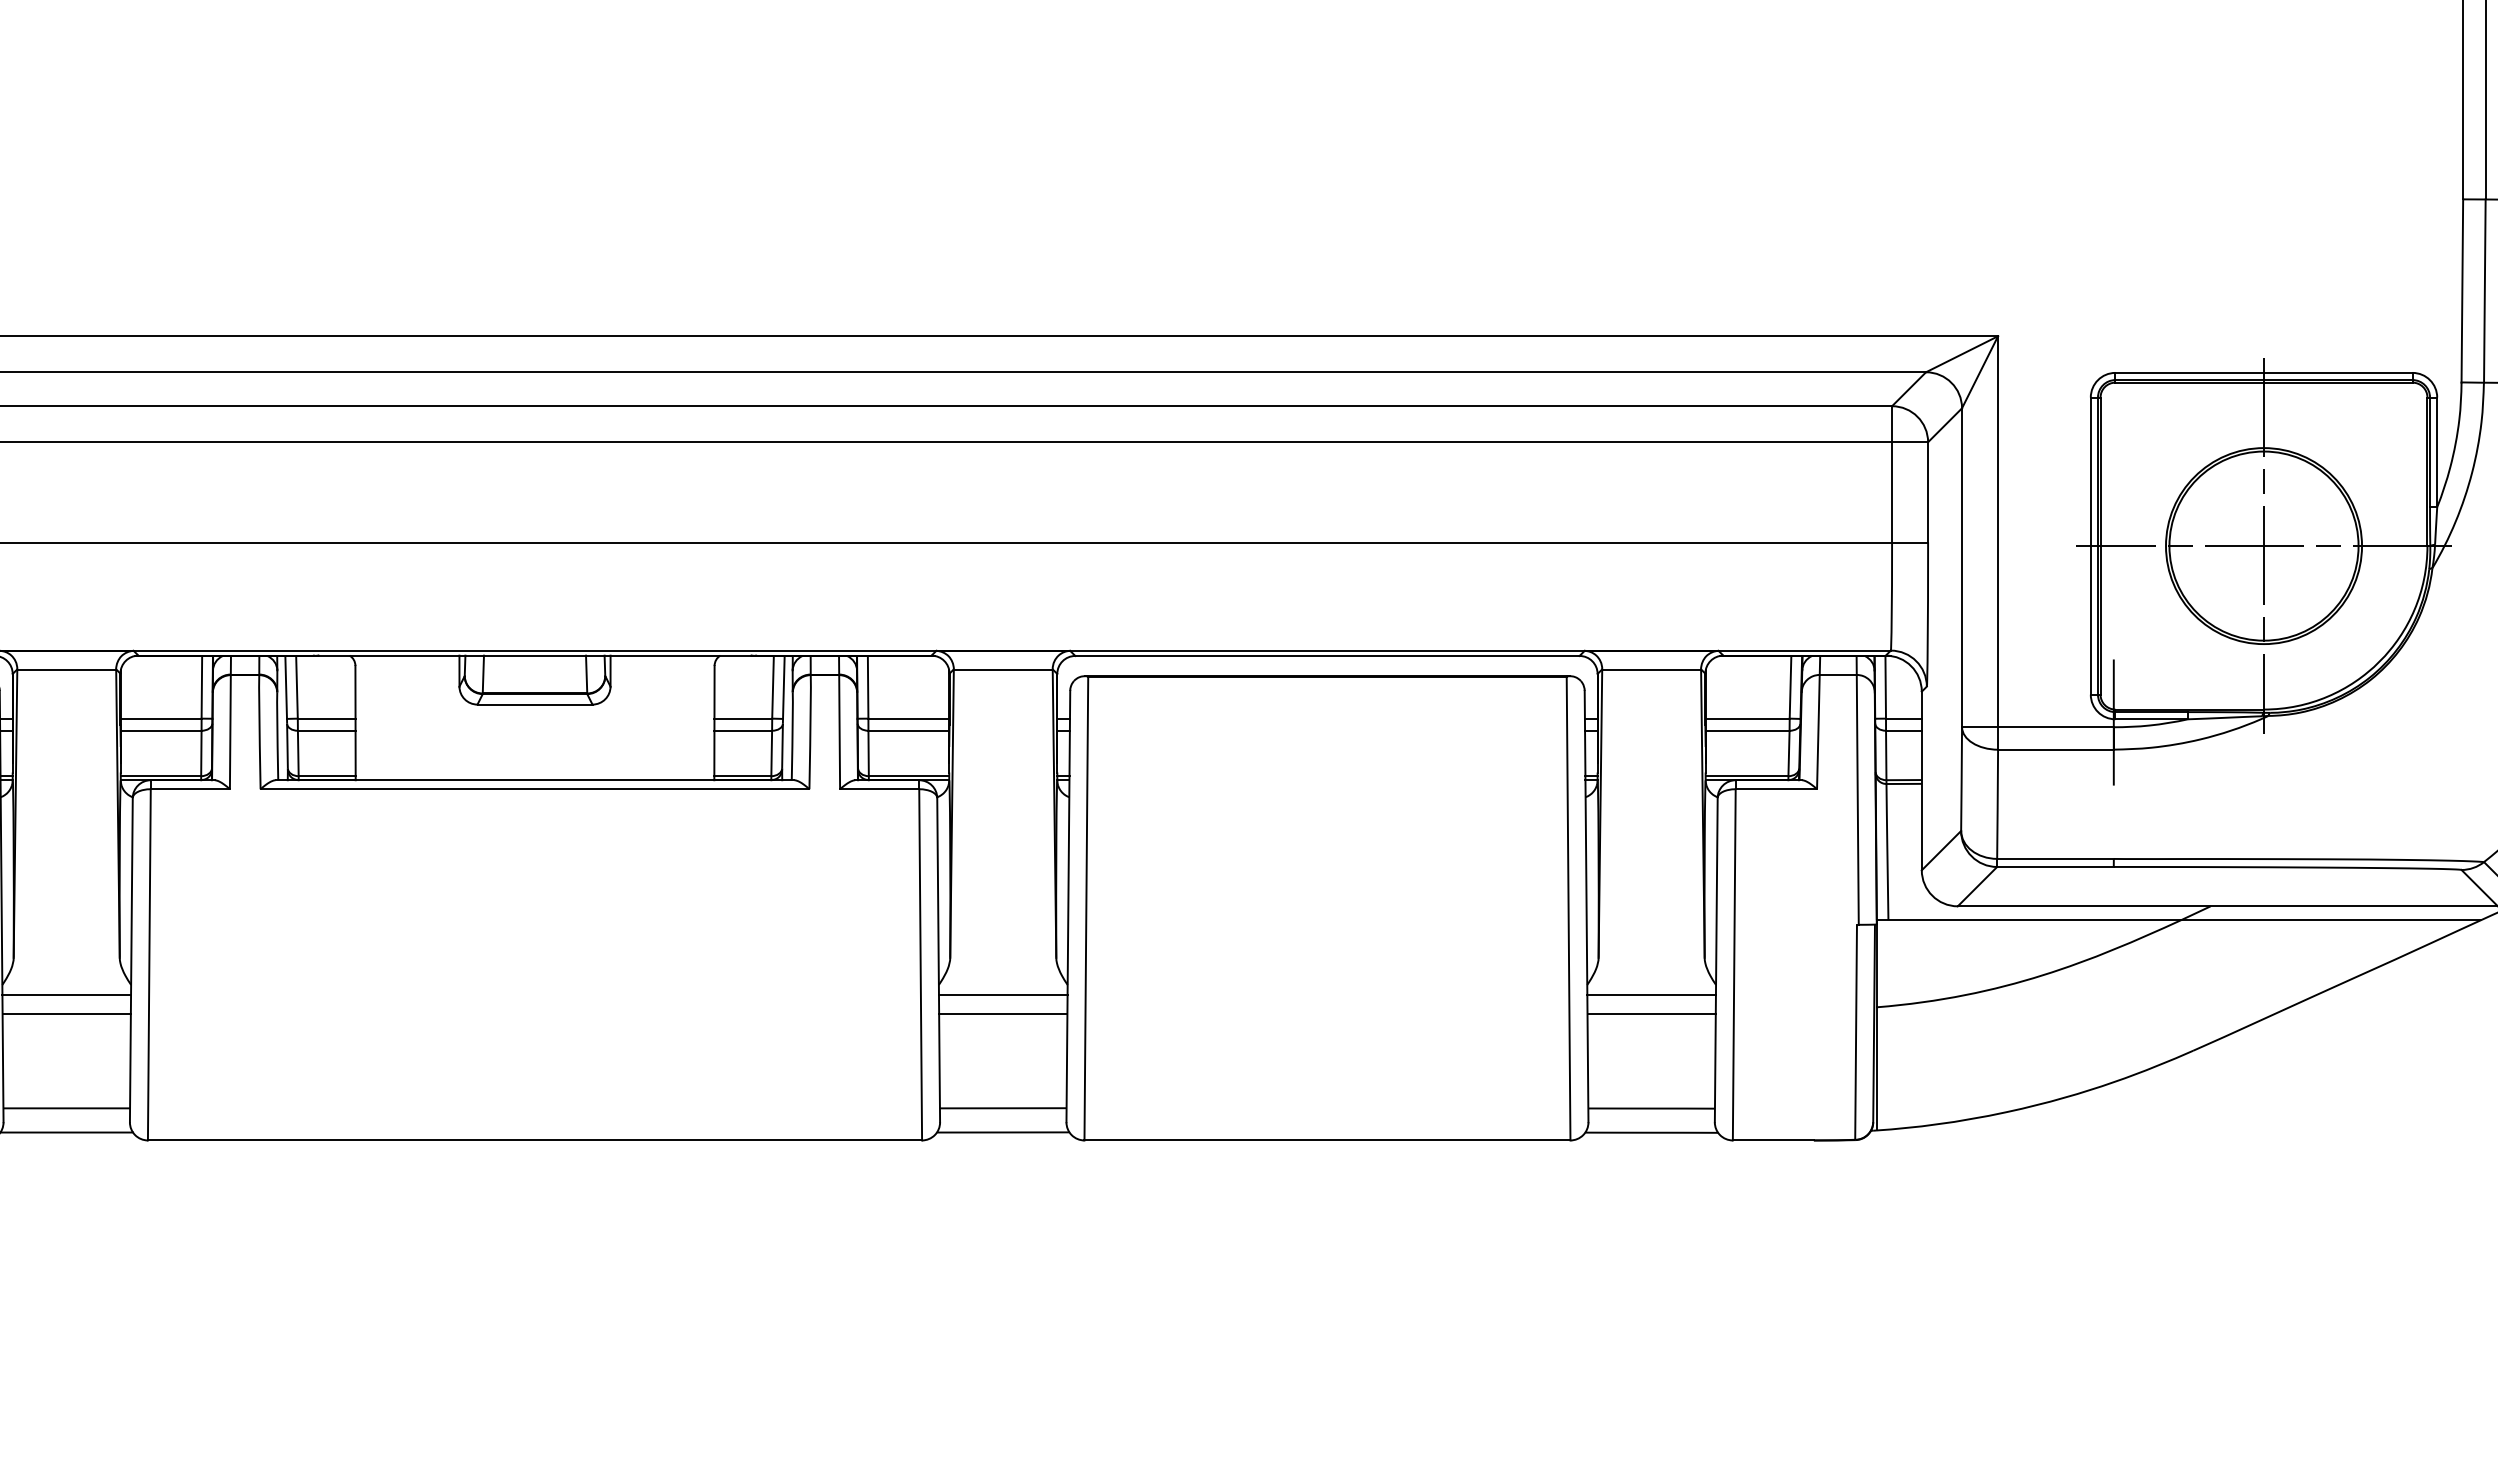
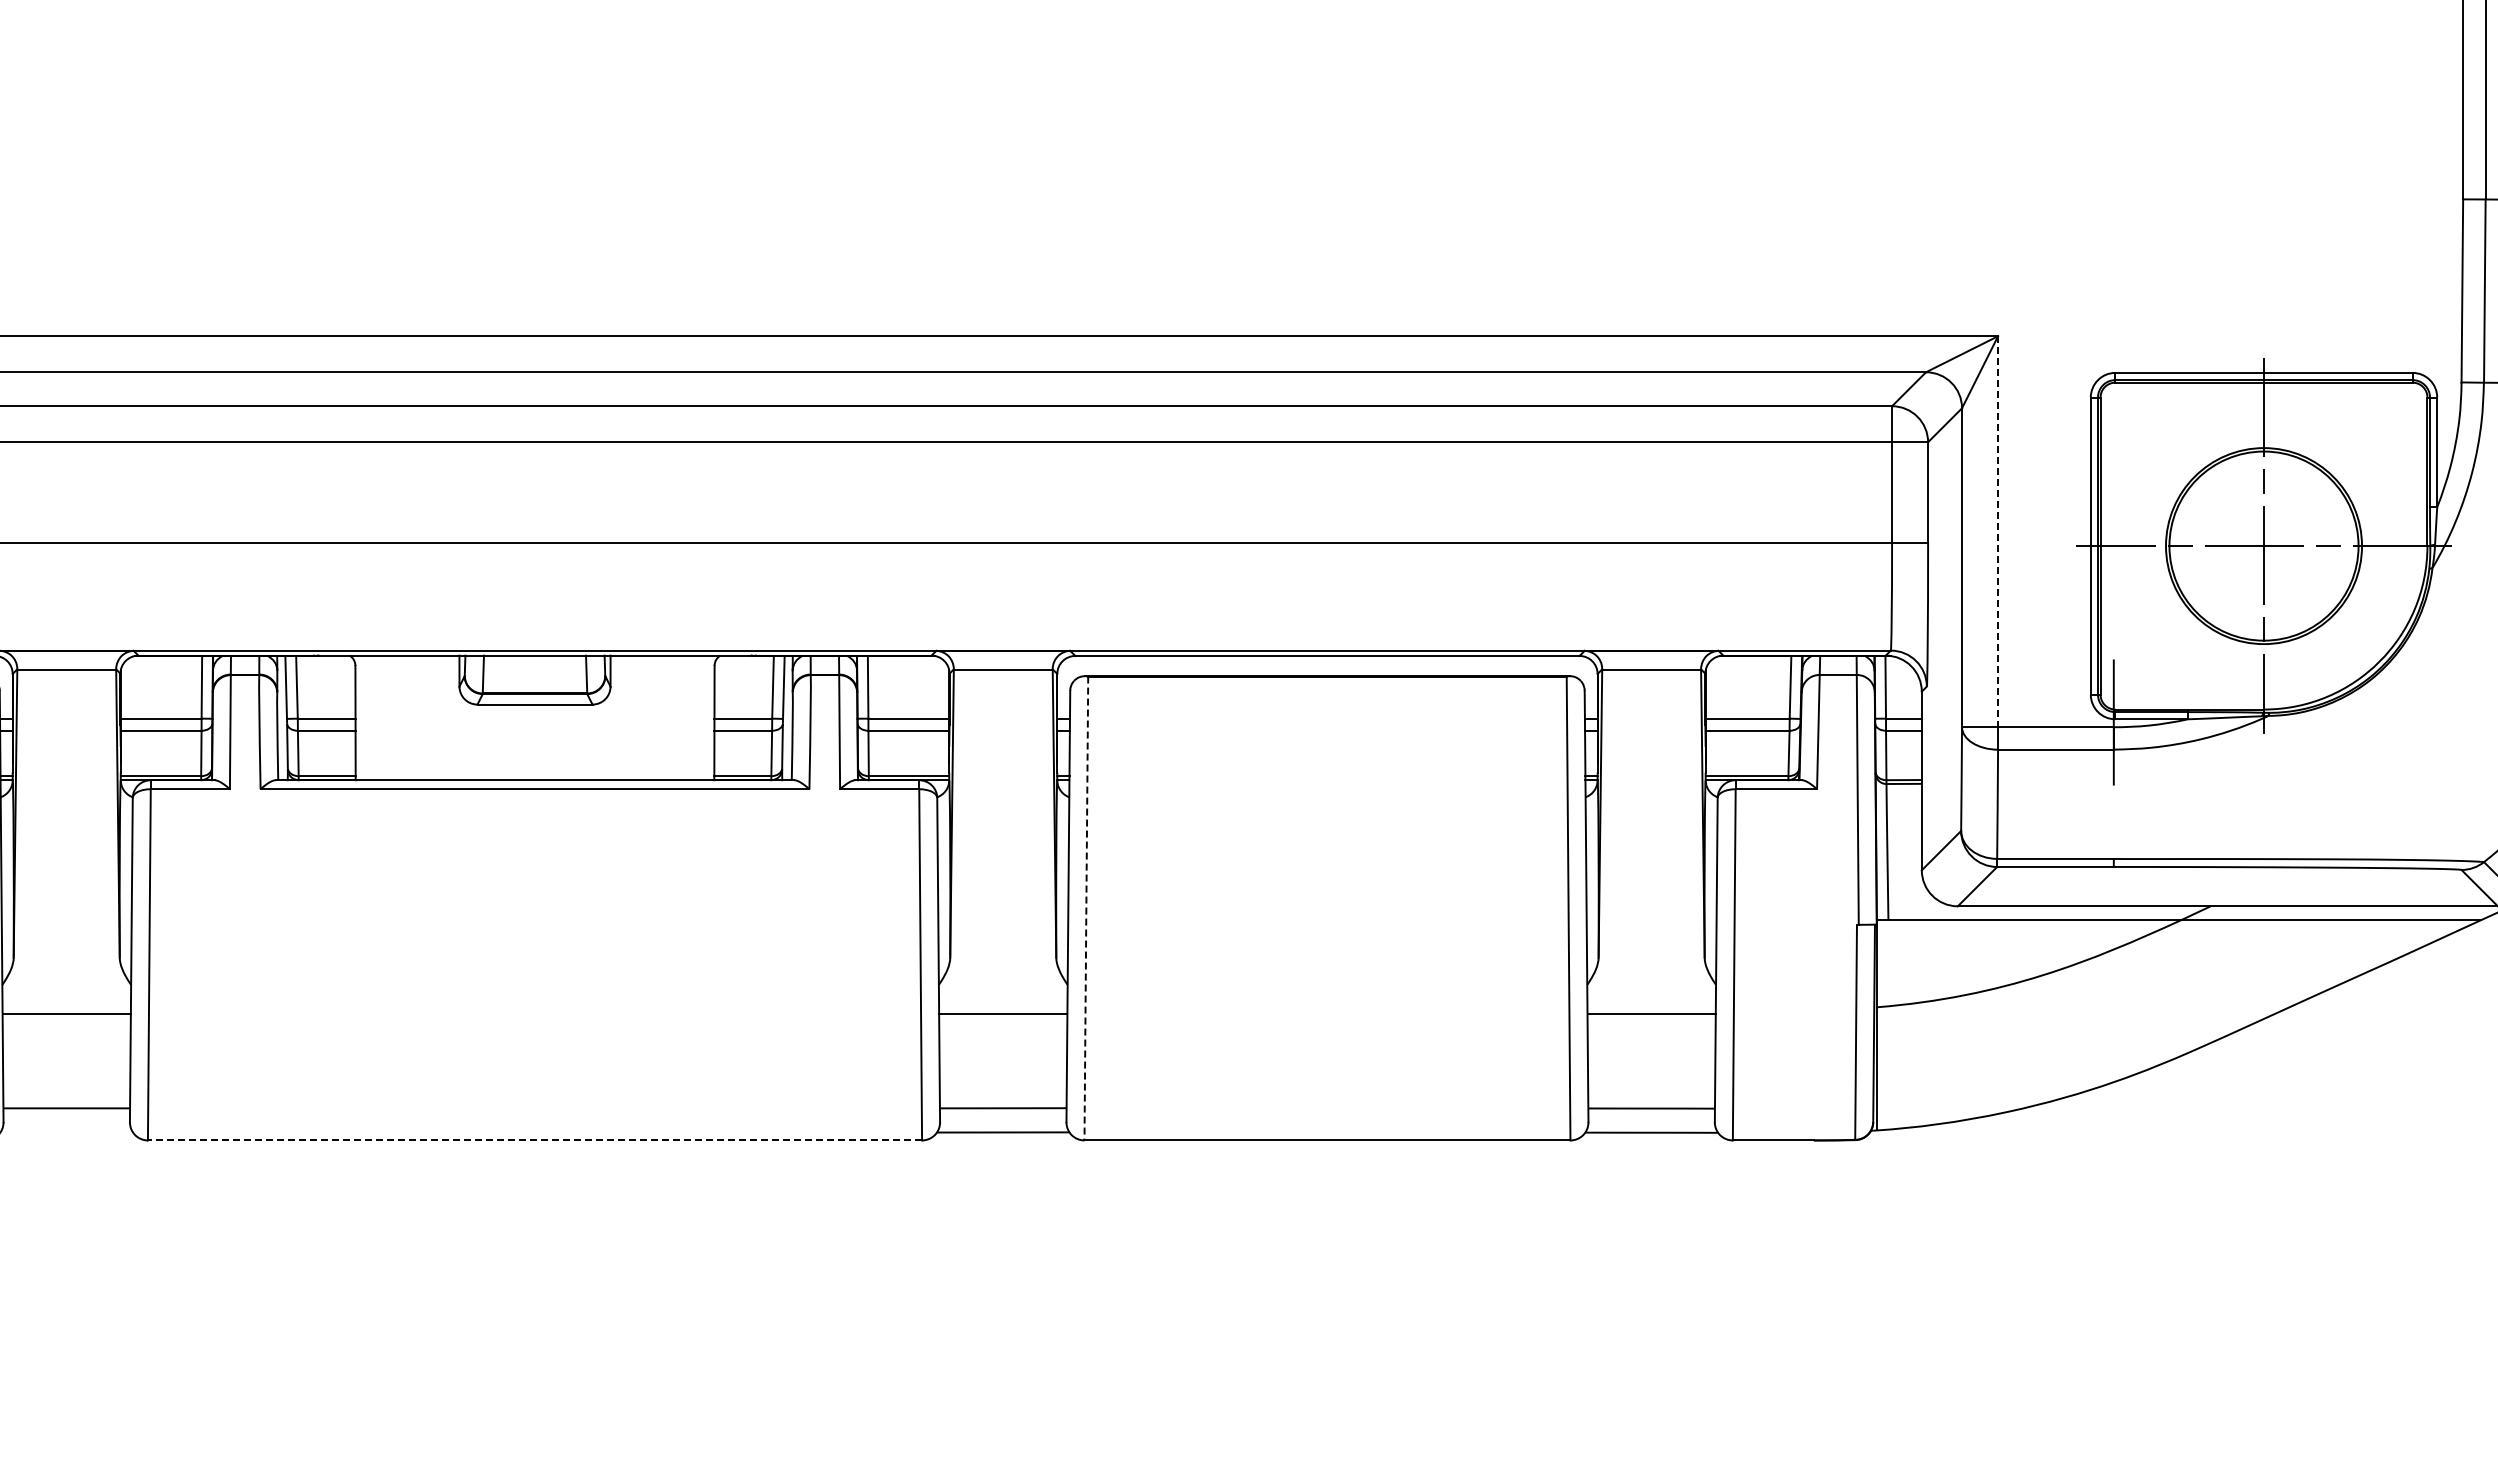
line at (1998, 532): solid -> dashed
line at (1086, 908): solid -> dashed
line at (66, 994): present -> none
line at (1002, 994): present -> none
line at (1651, 994): present -> none
line at (67, 1132): present -> none
line at (534, 1140): solid -> dashed
